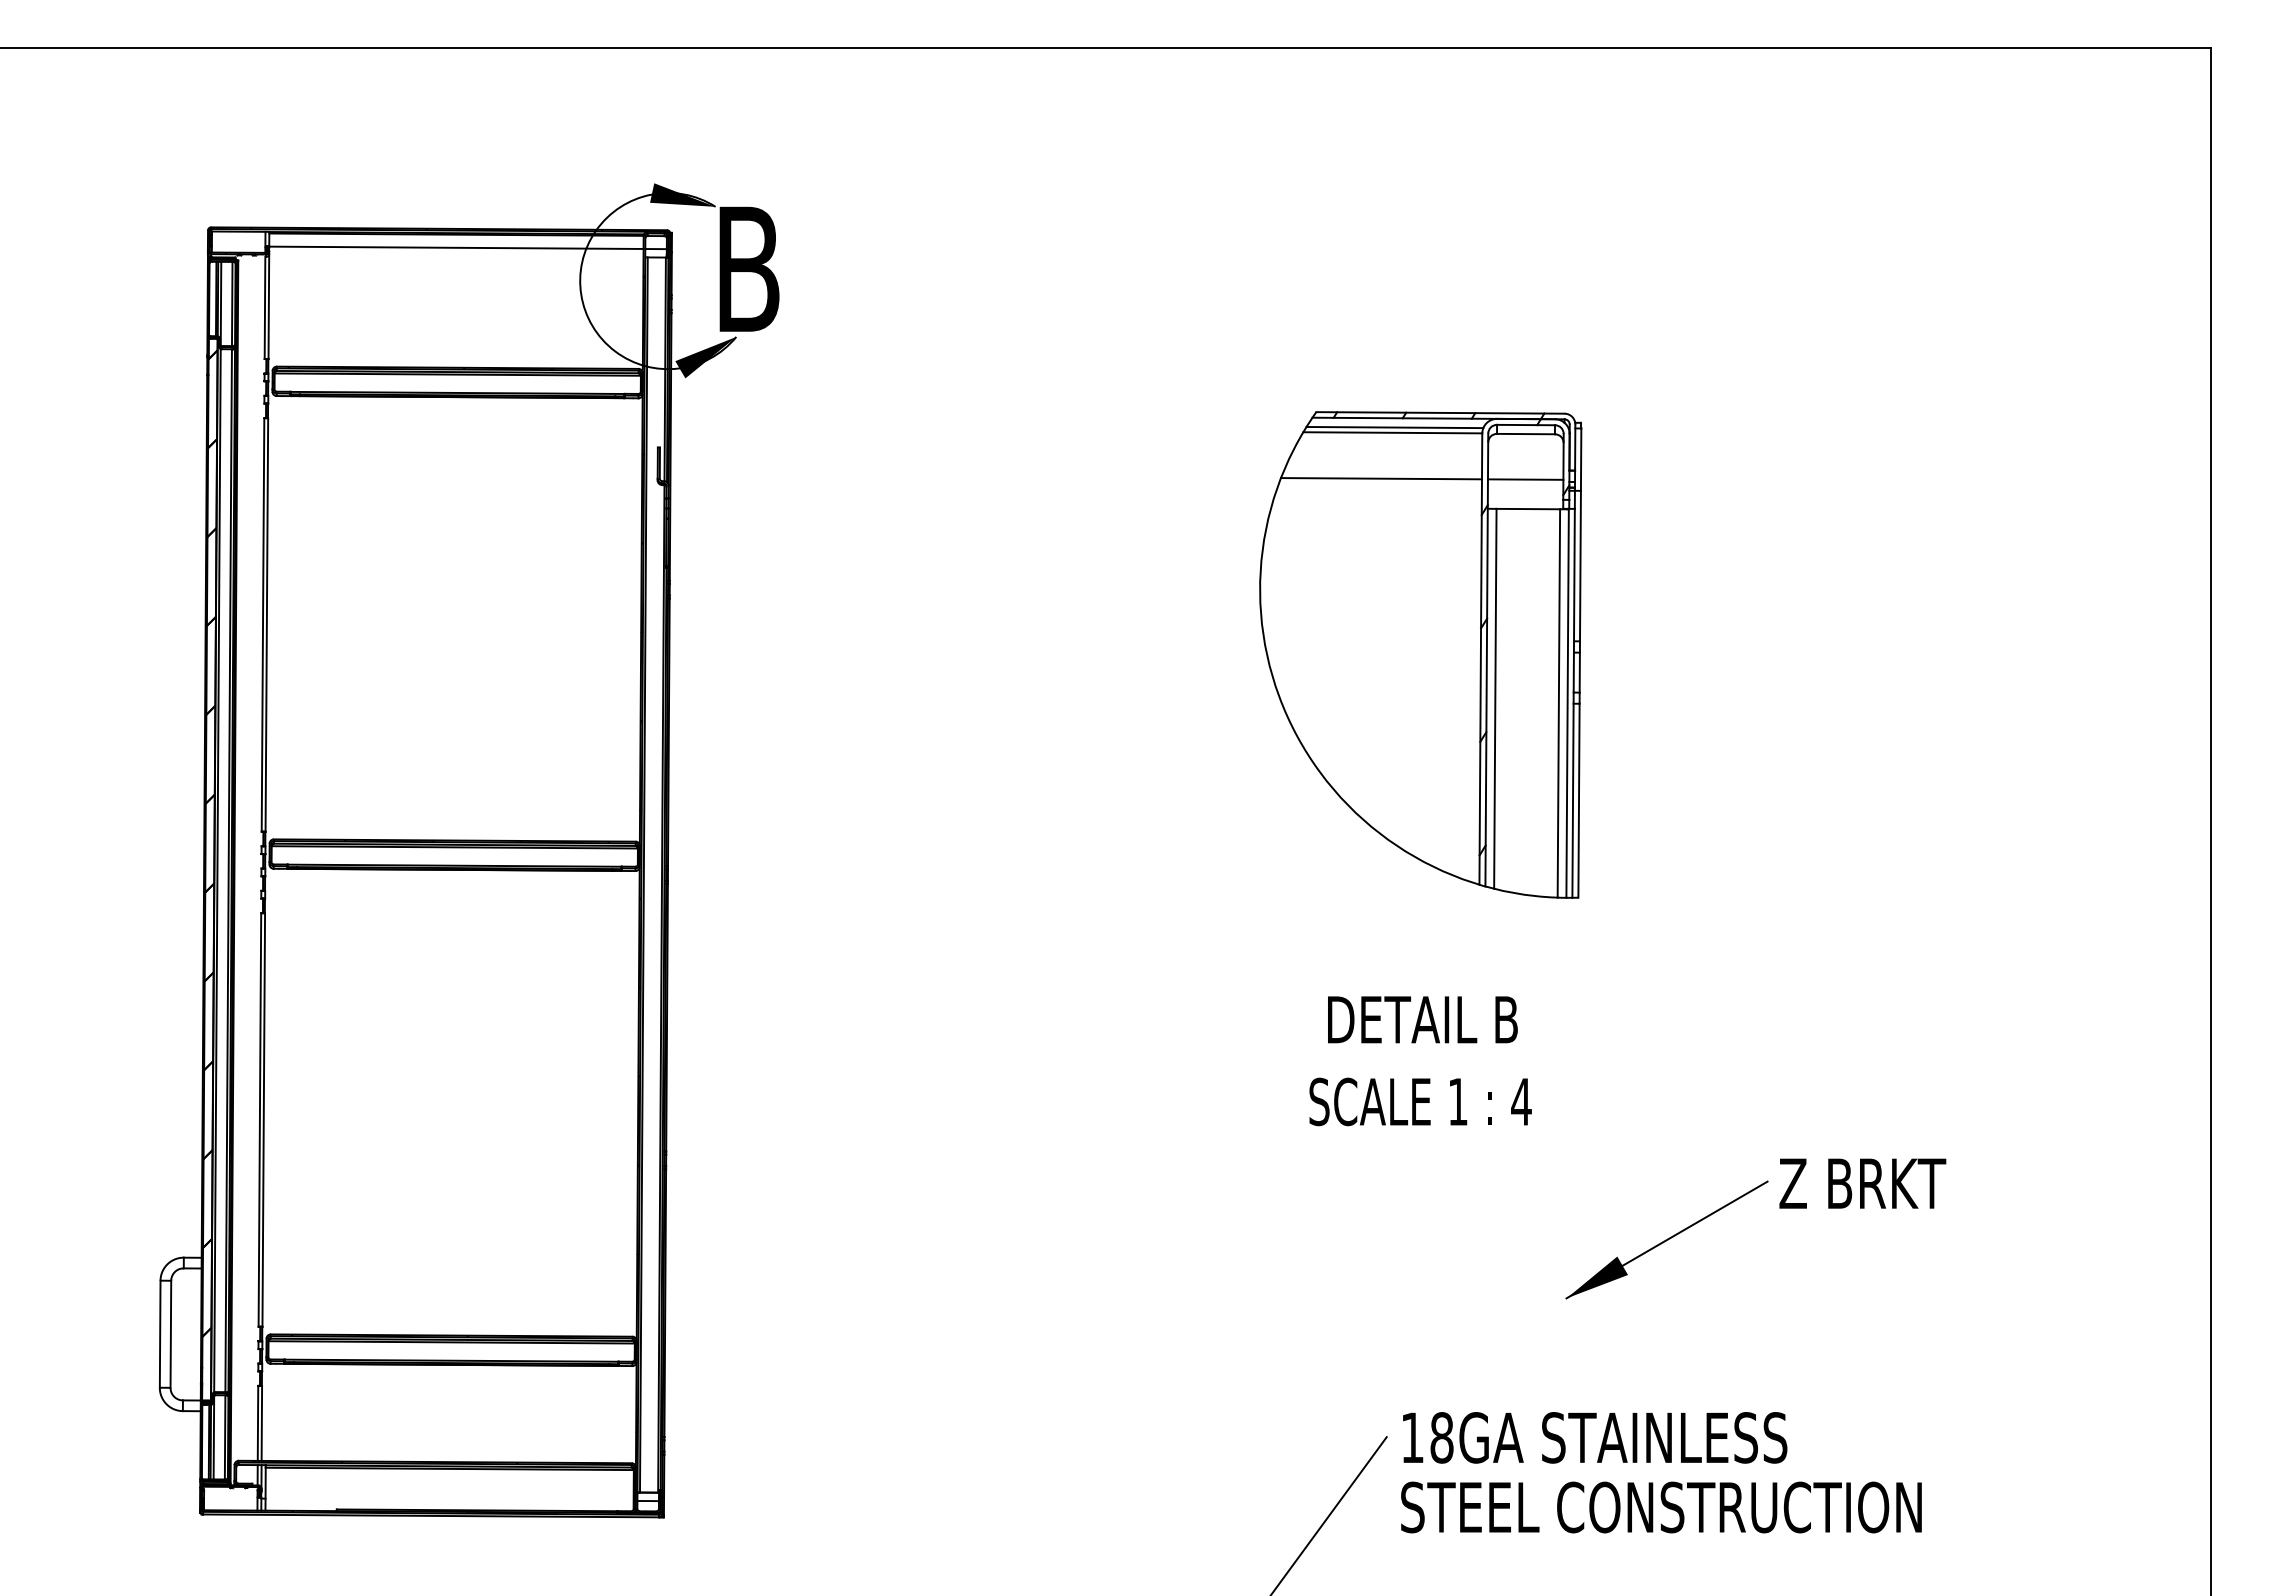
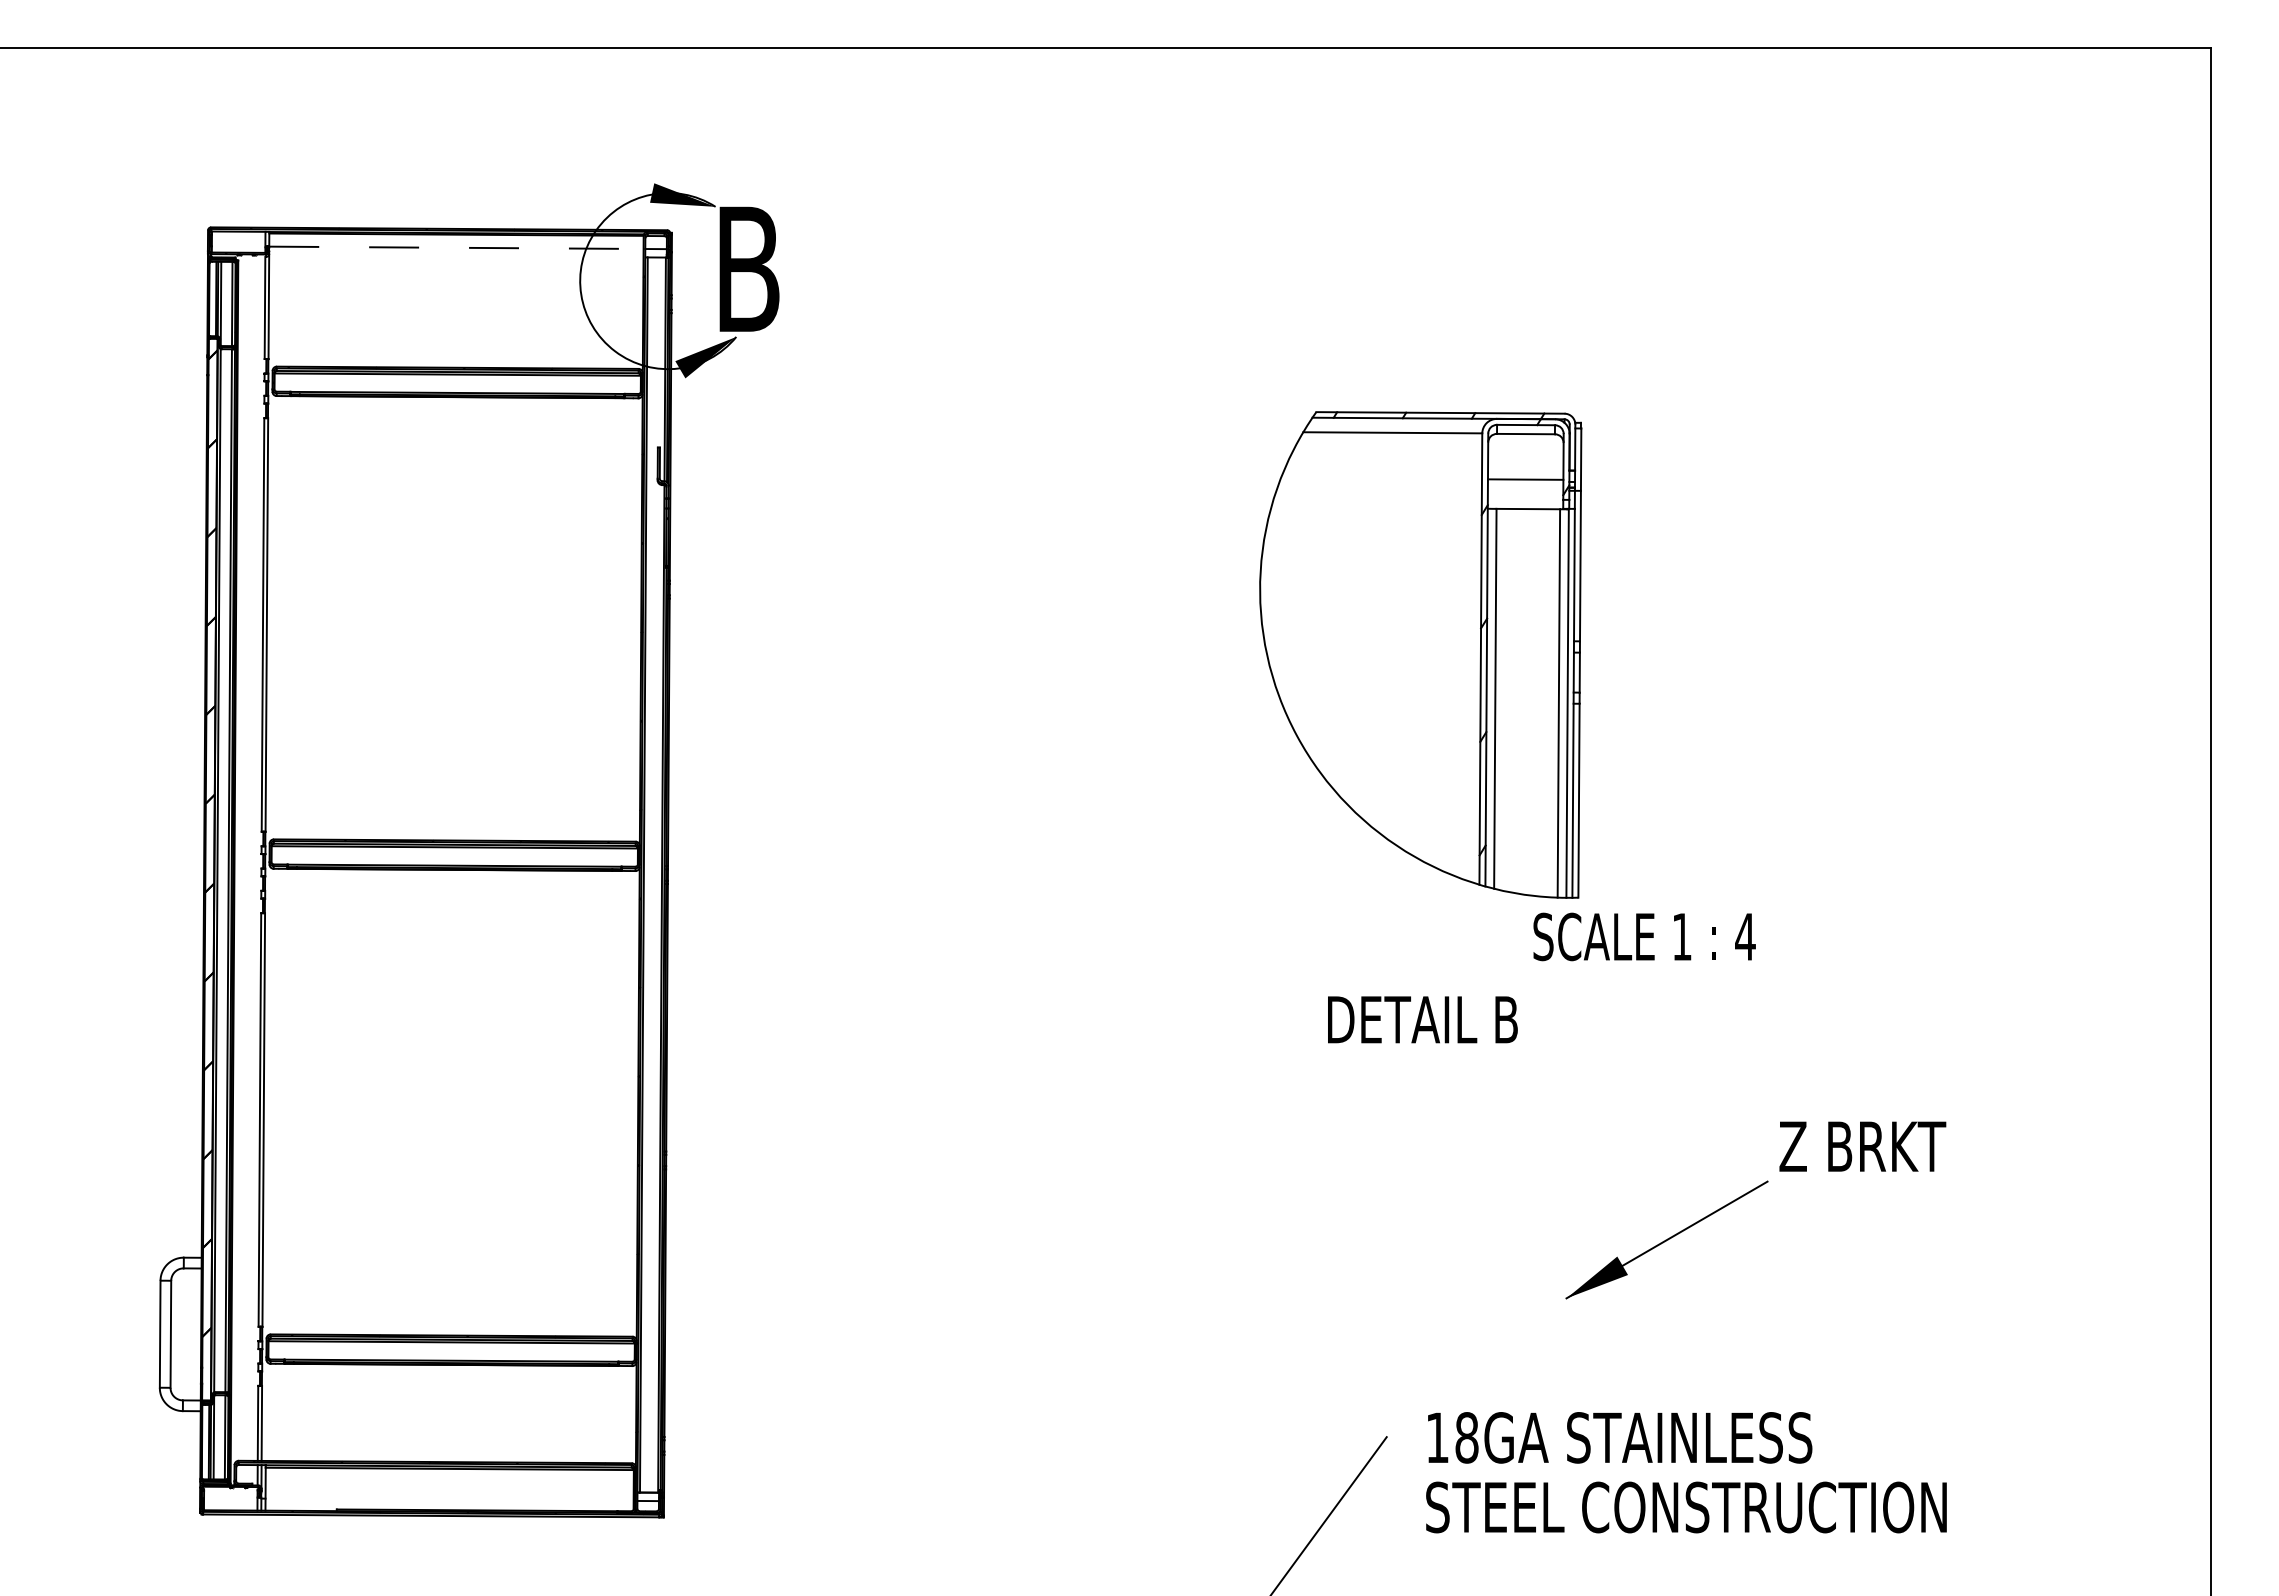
line at (456, 247): solid -> dashed
line at (1394, 427): present -> none
line at (1381, 478): present -> none
text at (1420, 1101) position: (1420, 1101) -> (1644, 936)
text at (1862, 1183) position: (1862, 1183) -> (1862, 1146)
text at (1661, 1472) position: (1661, 1472) -> (1686, 1472)
